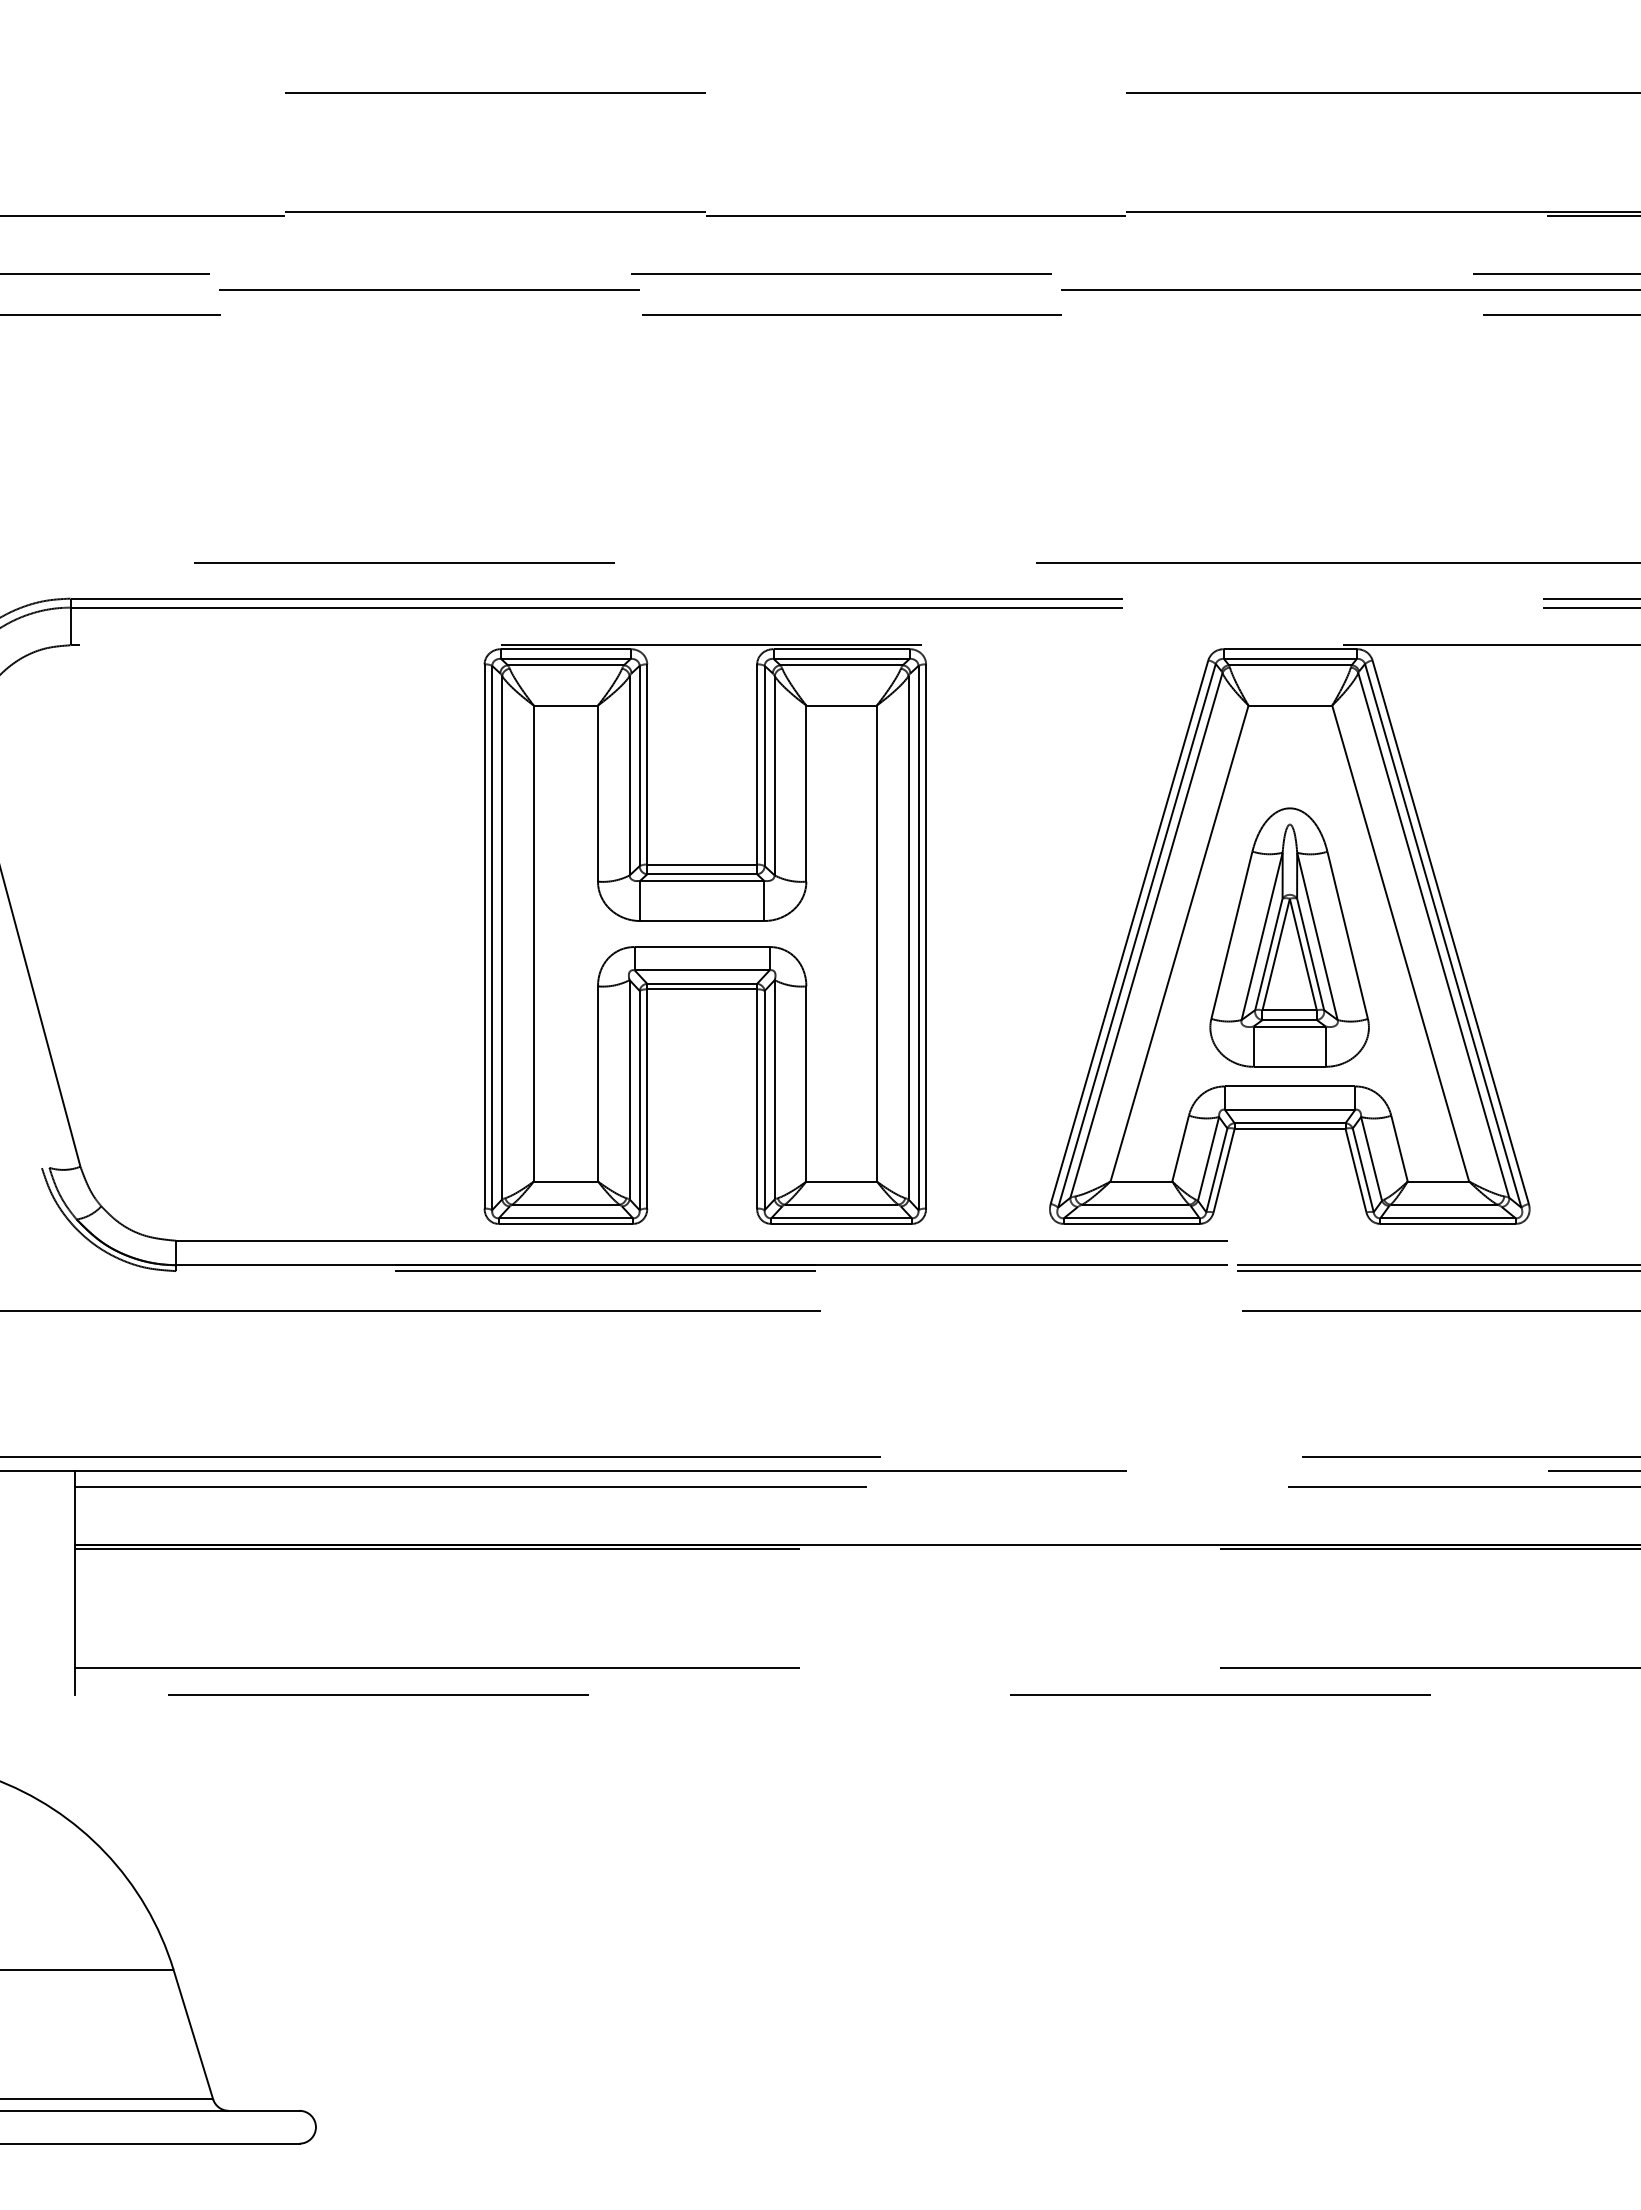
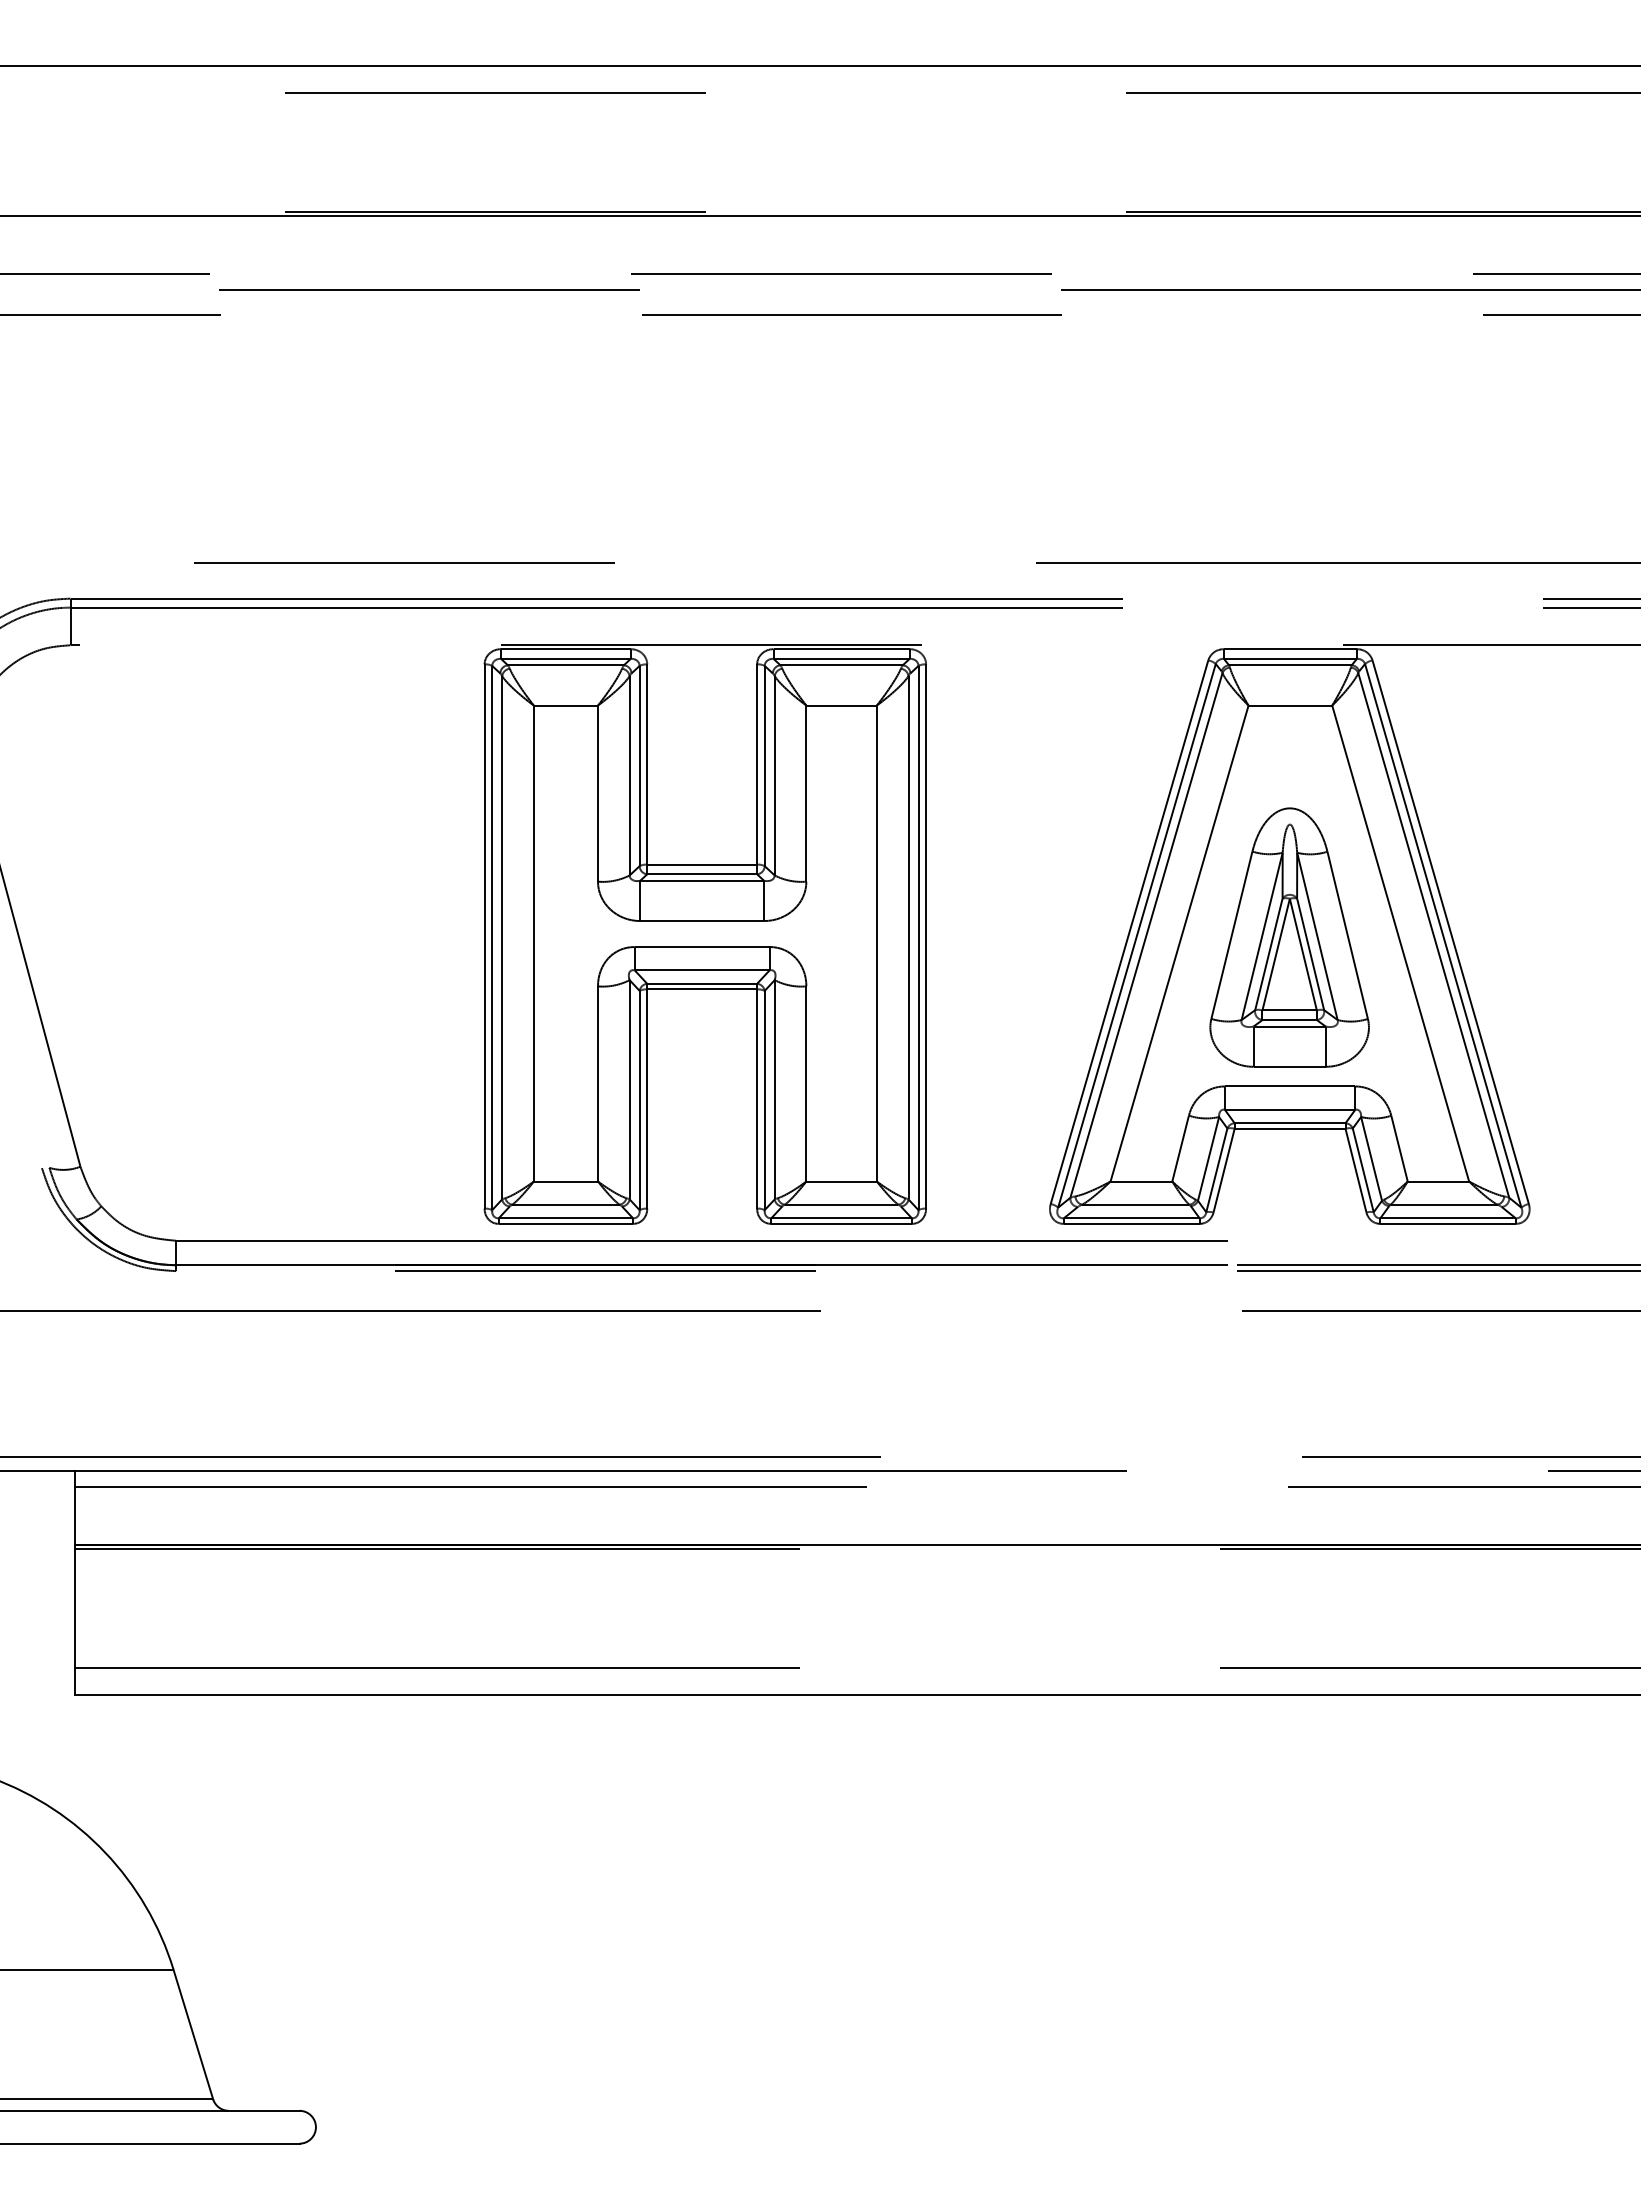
line at (819, 66): none -> present
line at (820, 216): dashed -> solid
line at (857, 1694): dashed -> solid
